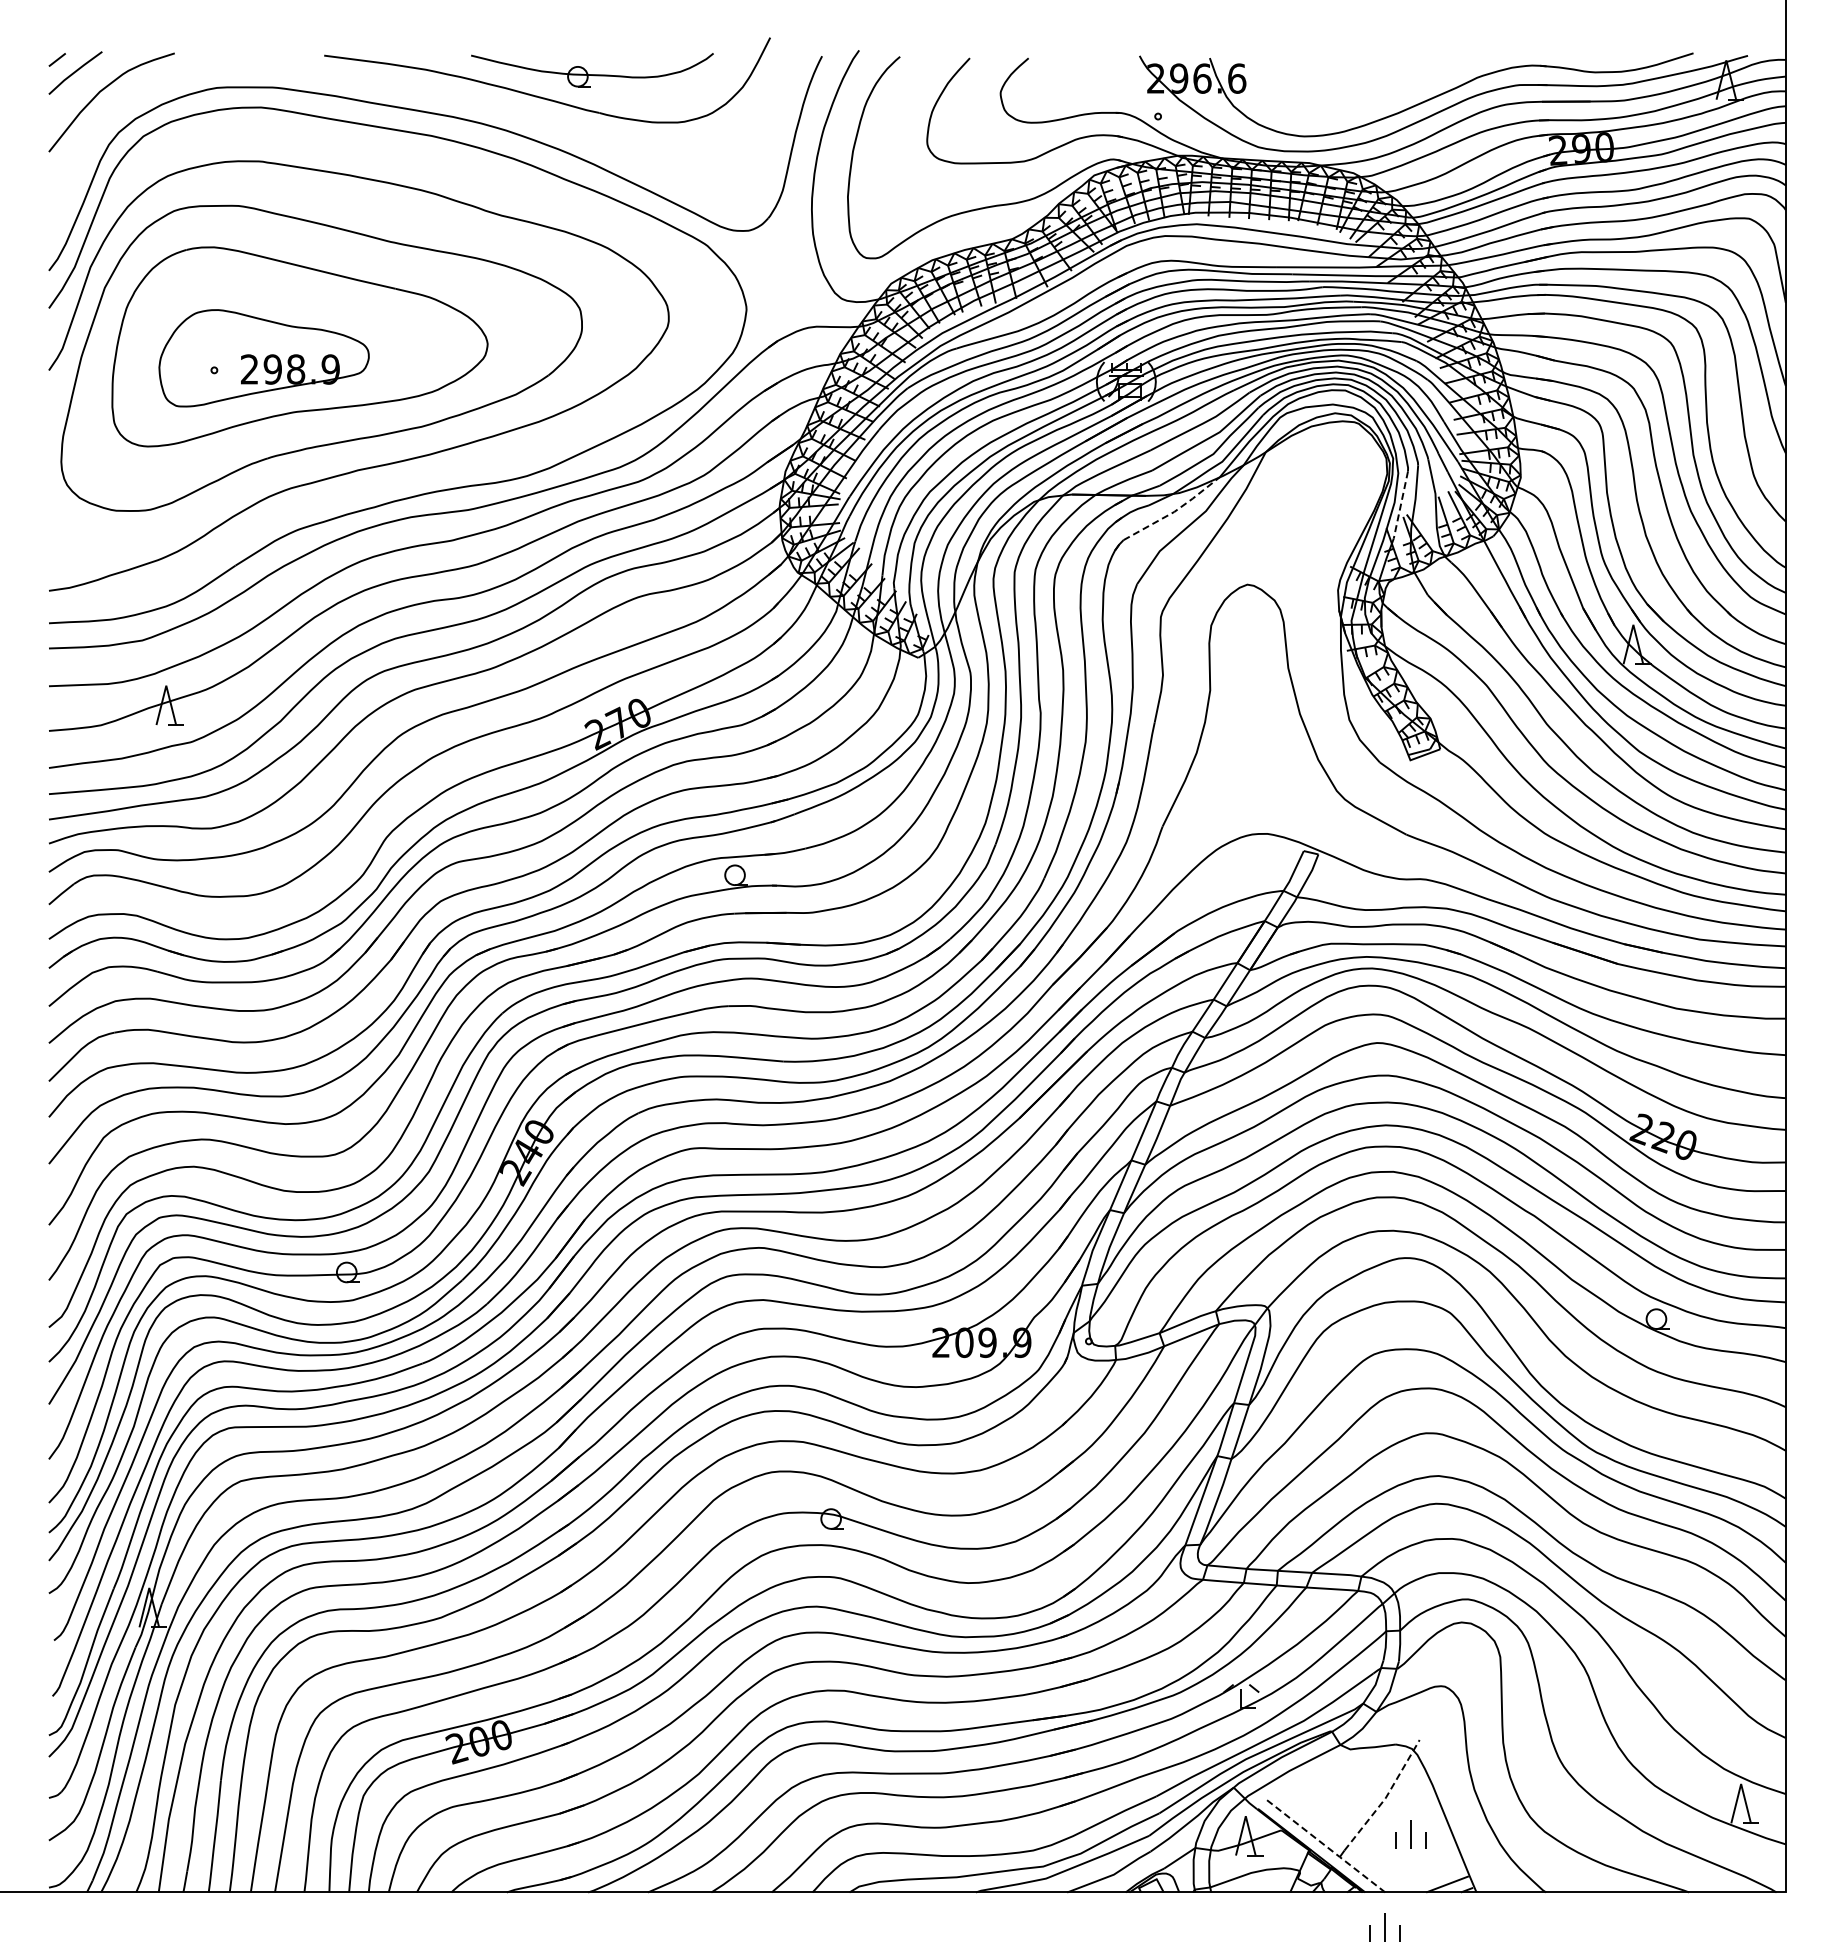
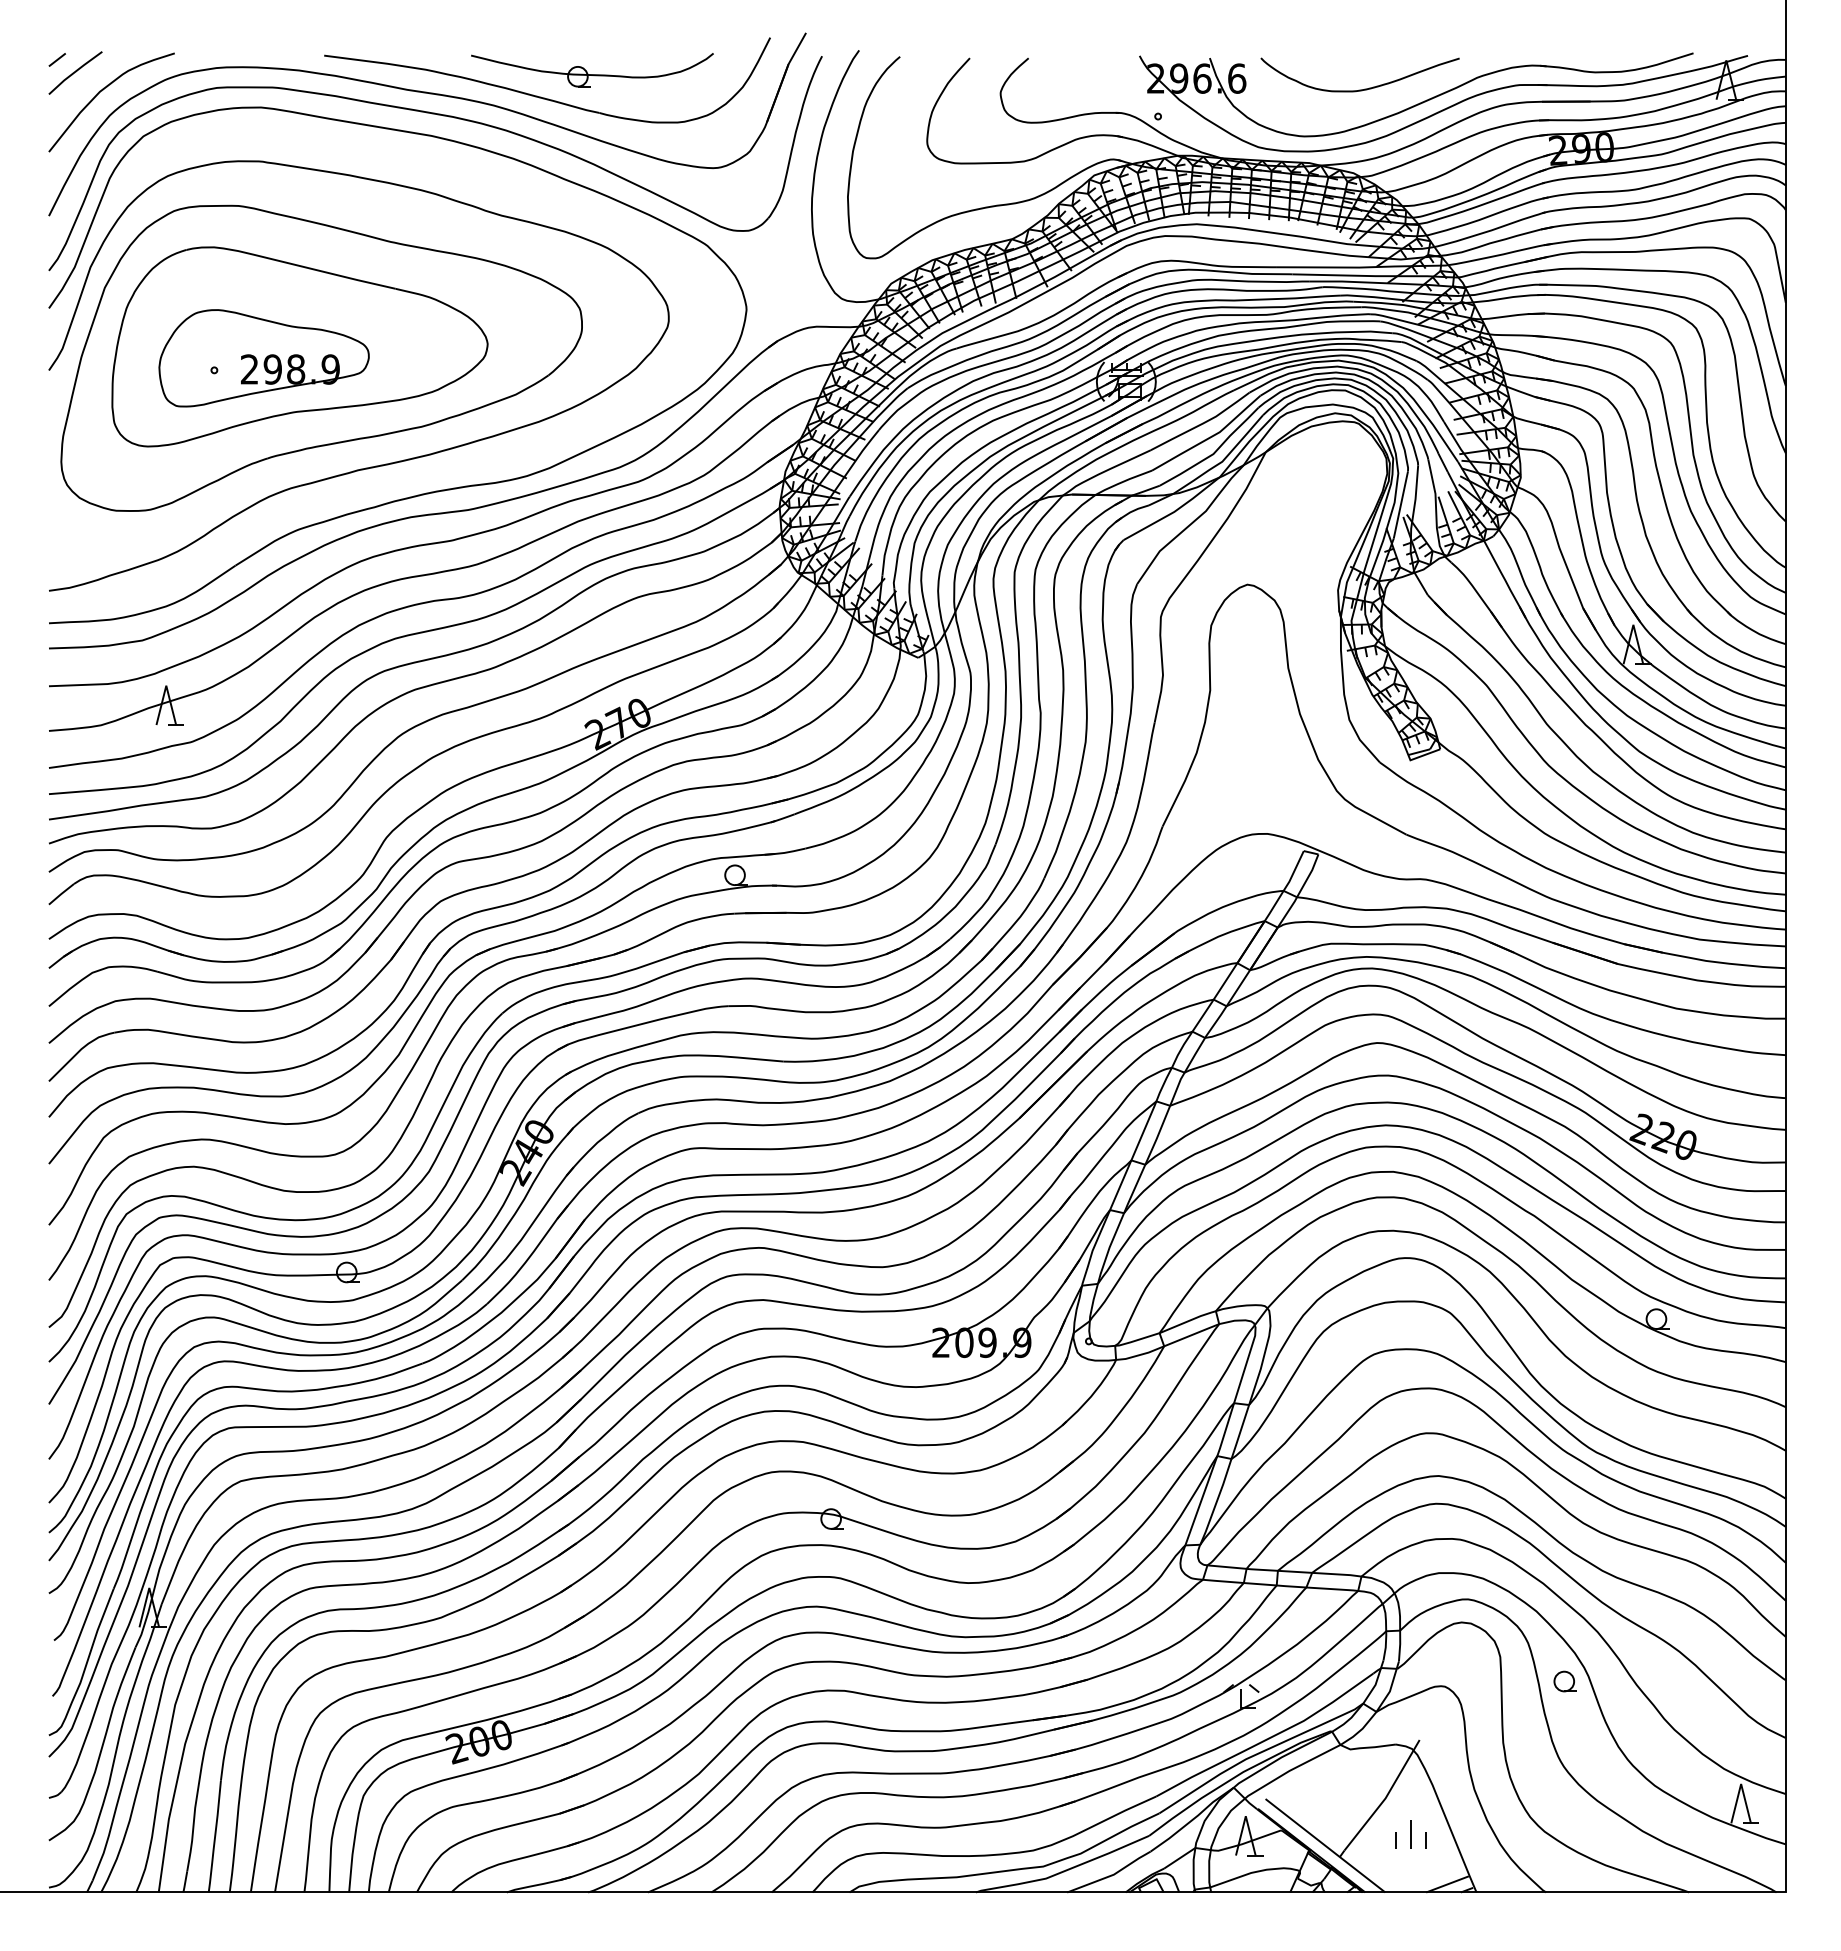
curve at (1364, 88): none -> present
part at (429, 94): none -> present
line at (1400, 505): dashed -> solid
line at (1174, 511): dashed -> solid
part at (1564, 1681): none -> present
line at (1385, 1798): dashed -> solid
line at (1325, 1846): dashed -> solid
part at (1384, 1927): present -> none
